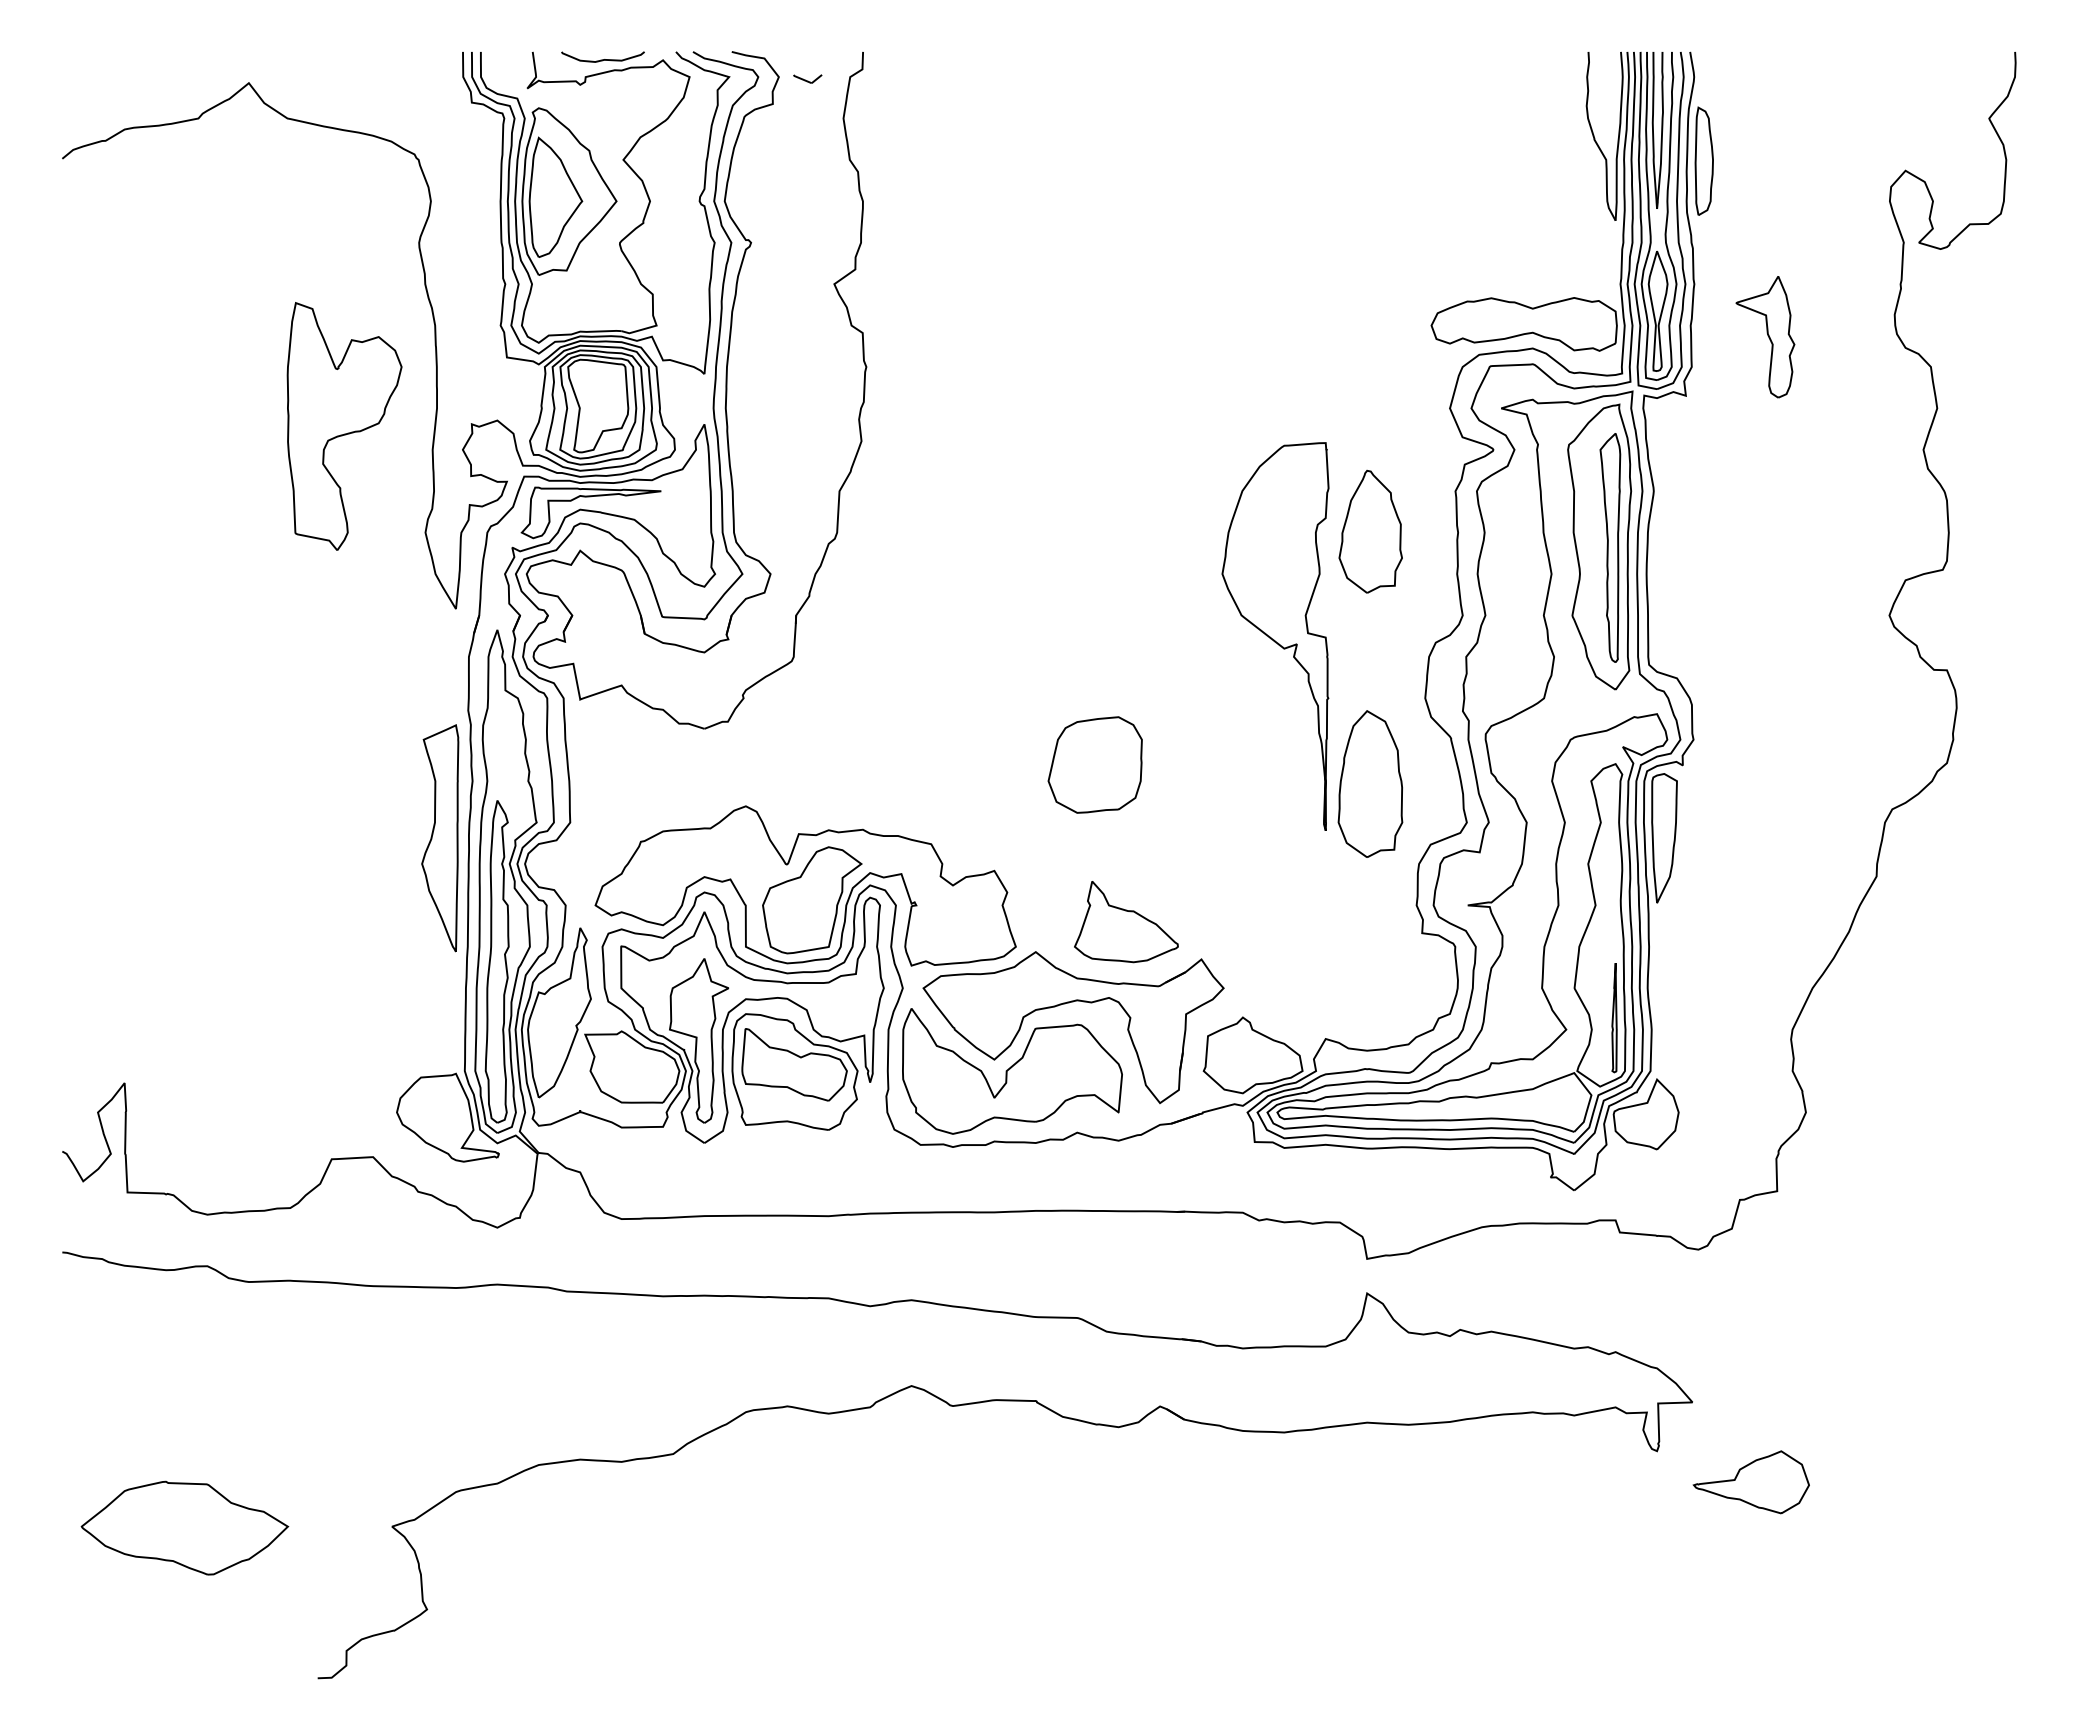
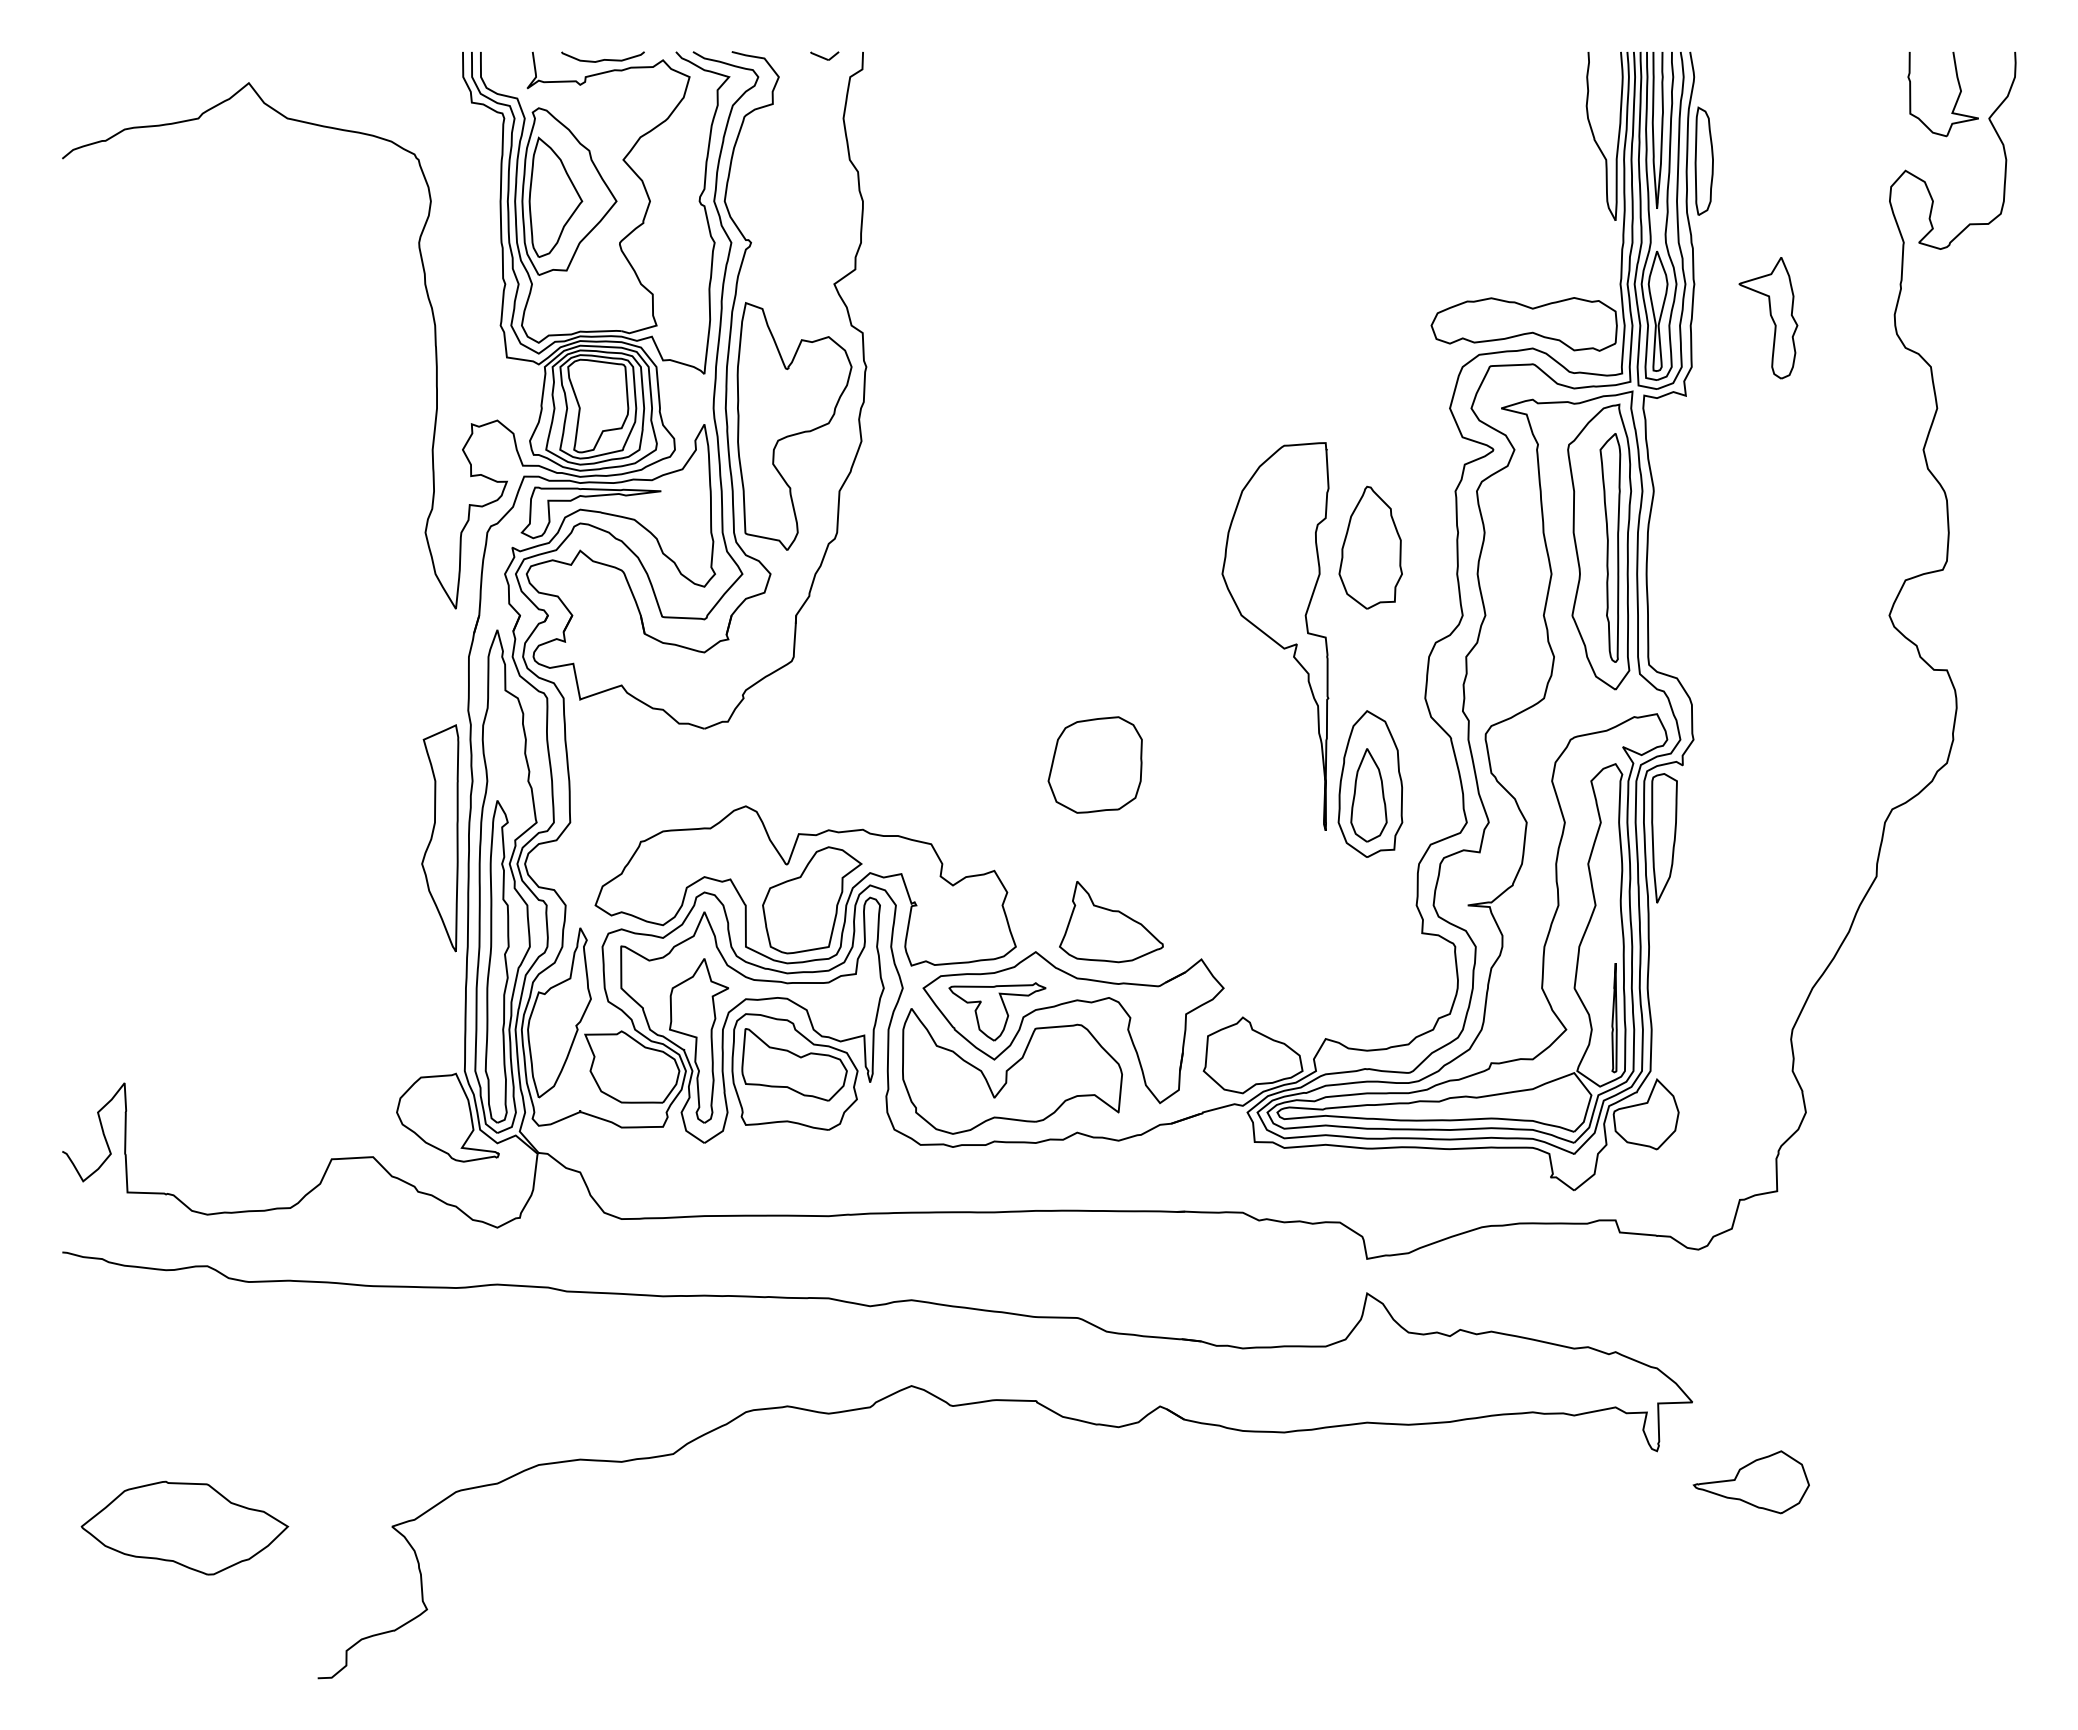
part at (807, 78) position: (807, 78) -> (824, 55)
part at (1956, 99): none -> present
part at (1765, 337) position: (1765, 337) -> (1768, 318)
part at (344, 426) position: (344, 426) -> (794, 426)
part at (1370, 531) position: (1370, 531) -> (1370, 547)
part at (1368, 795): none -> present
part at (1126, 922) position: (1126, 922) -> (1111, 922)
part at (997, 1011): none -> present
